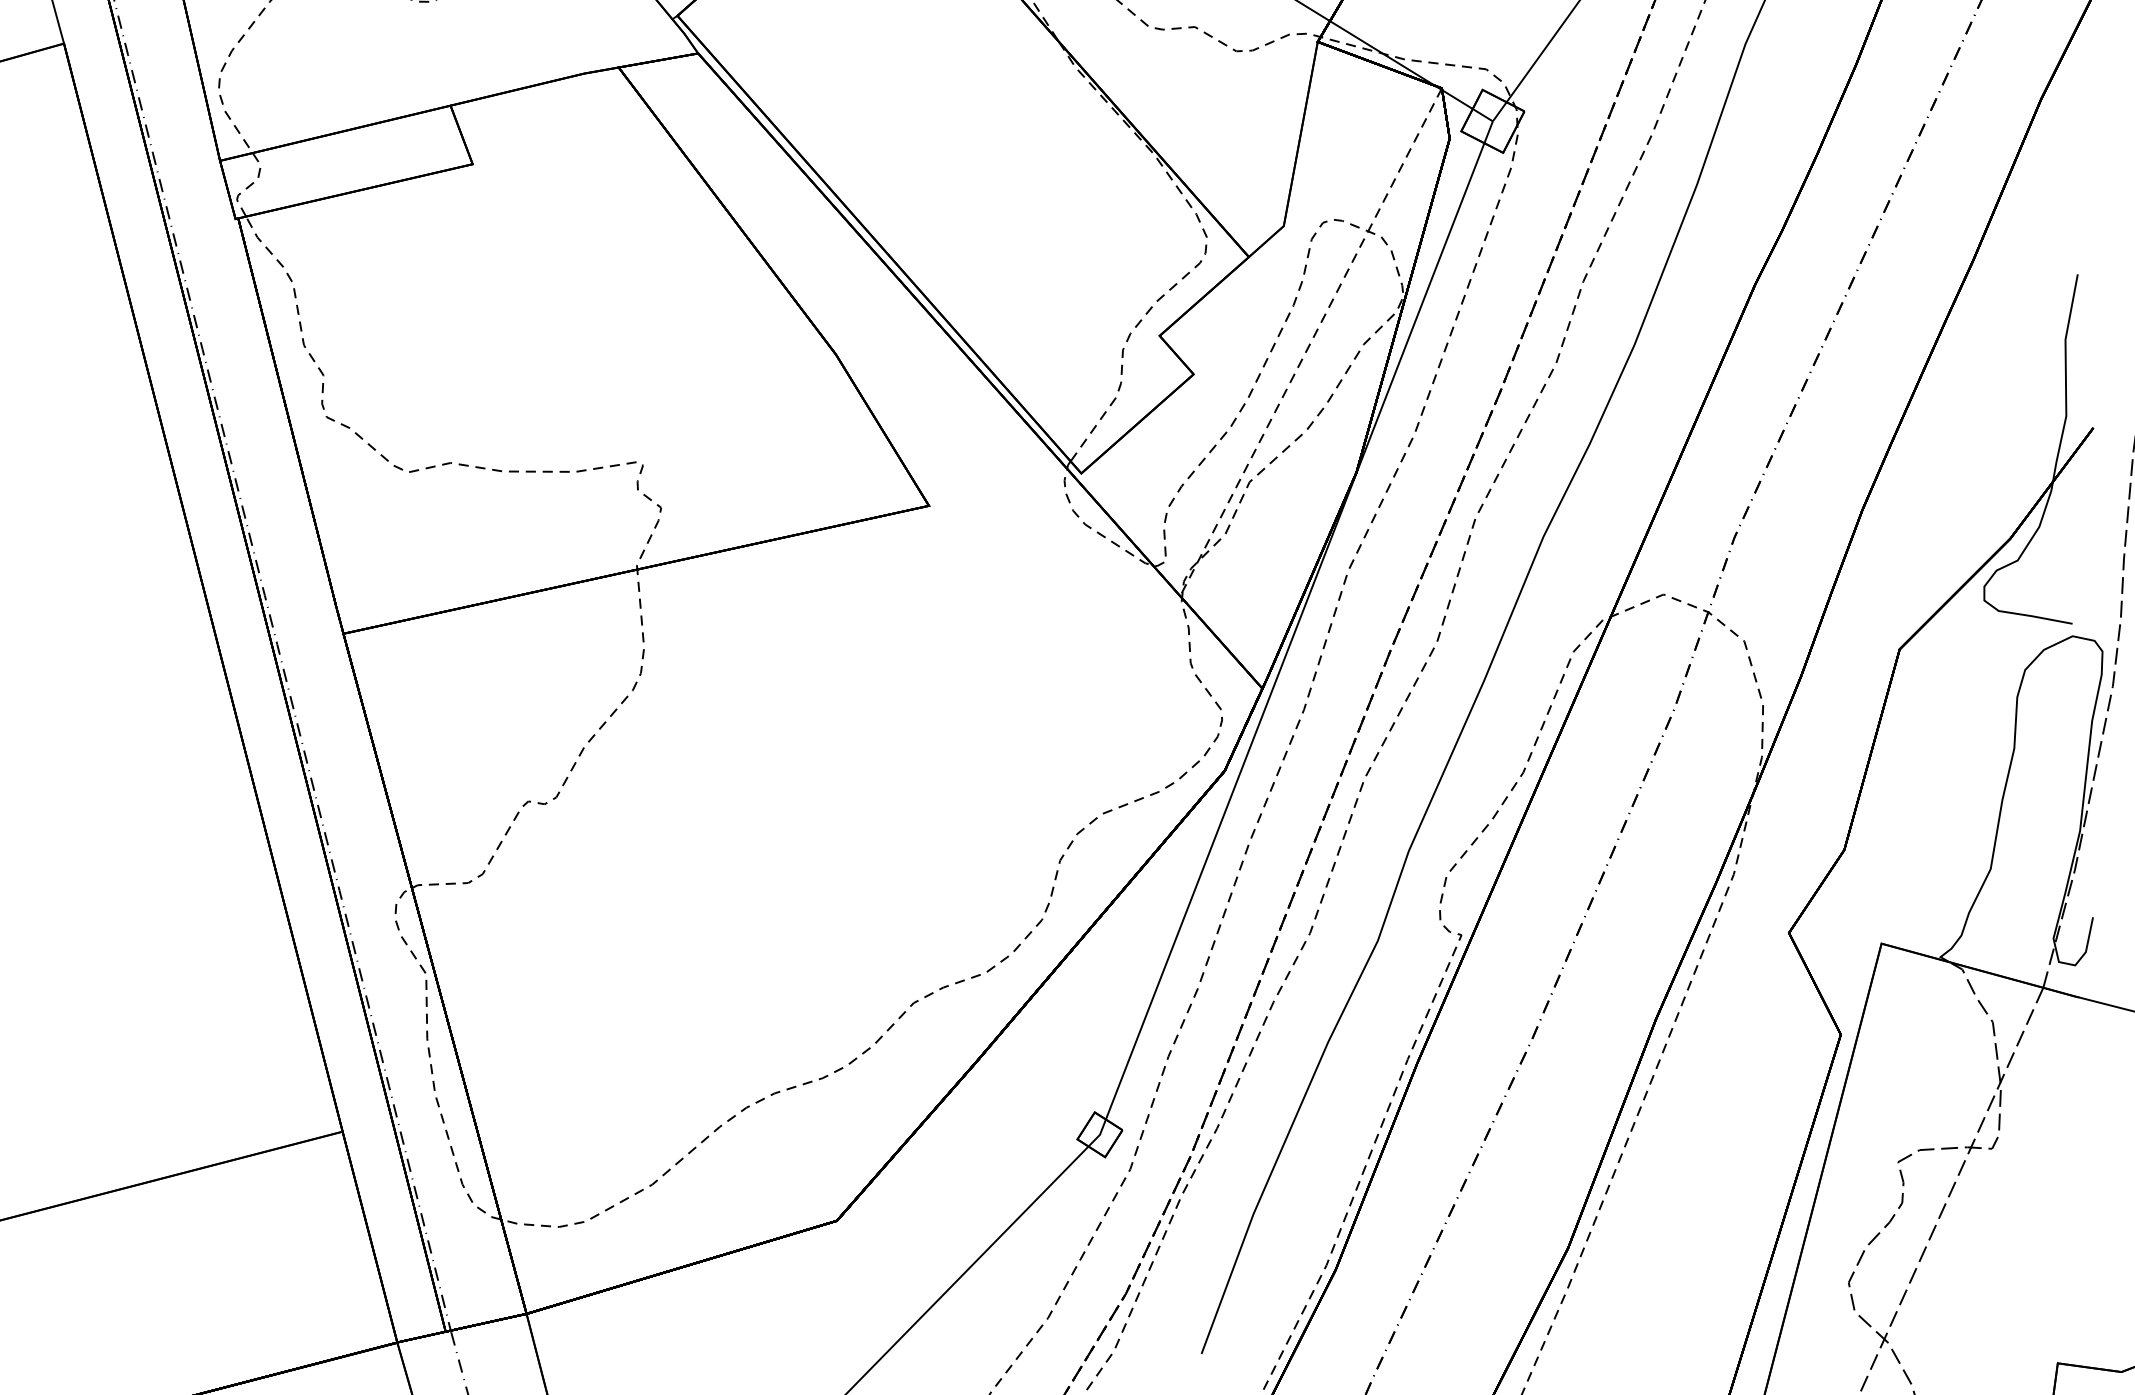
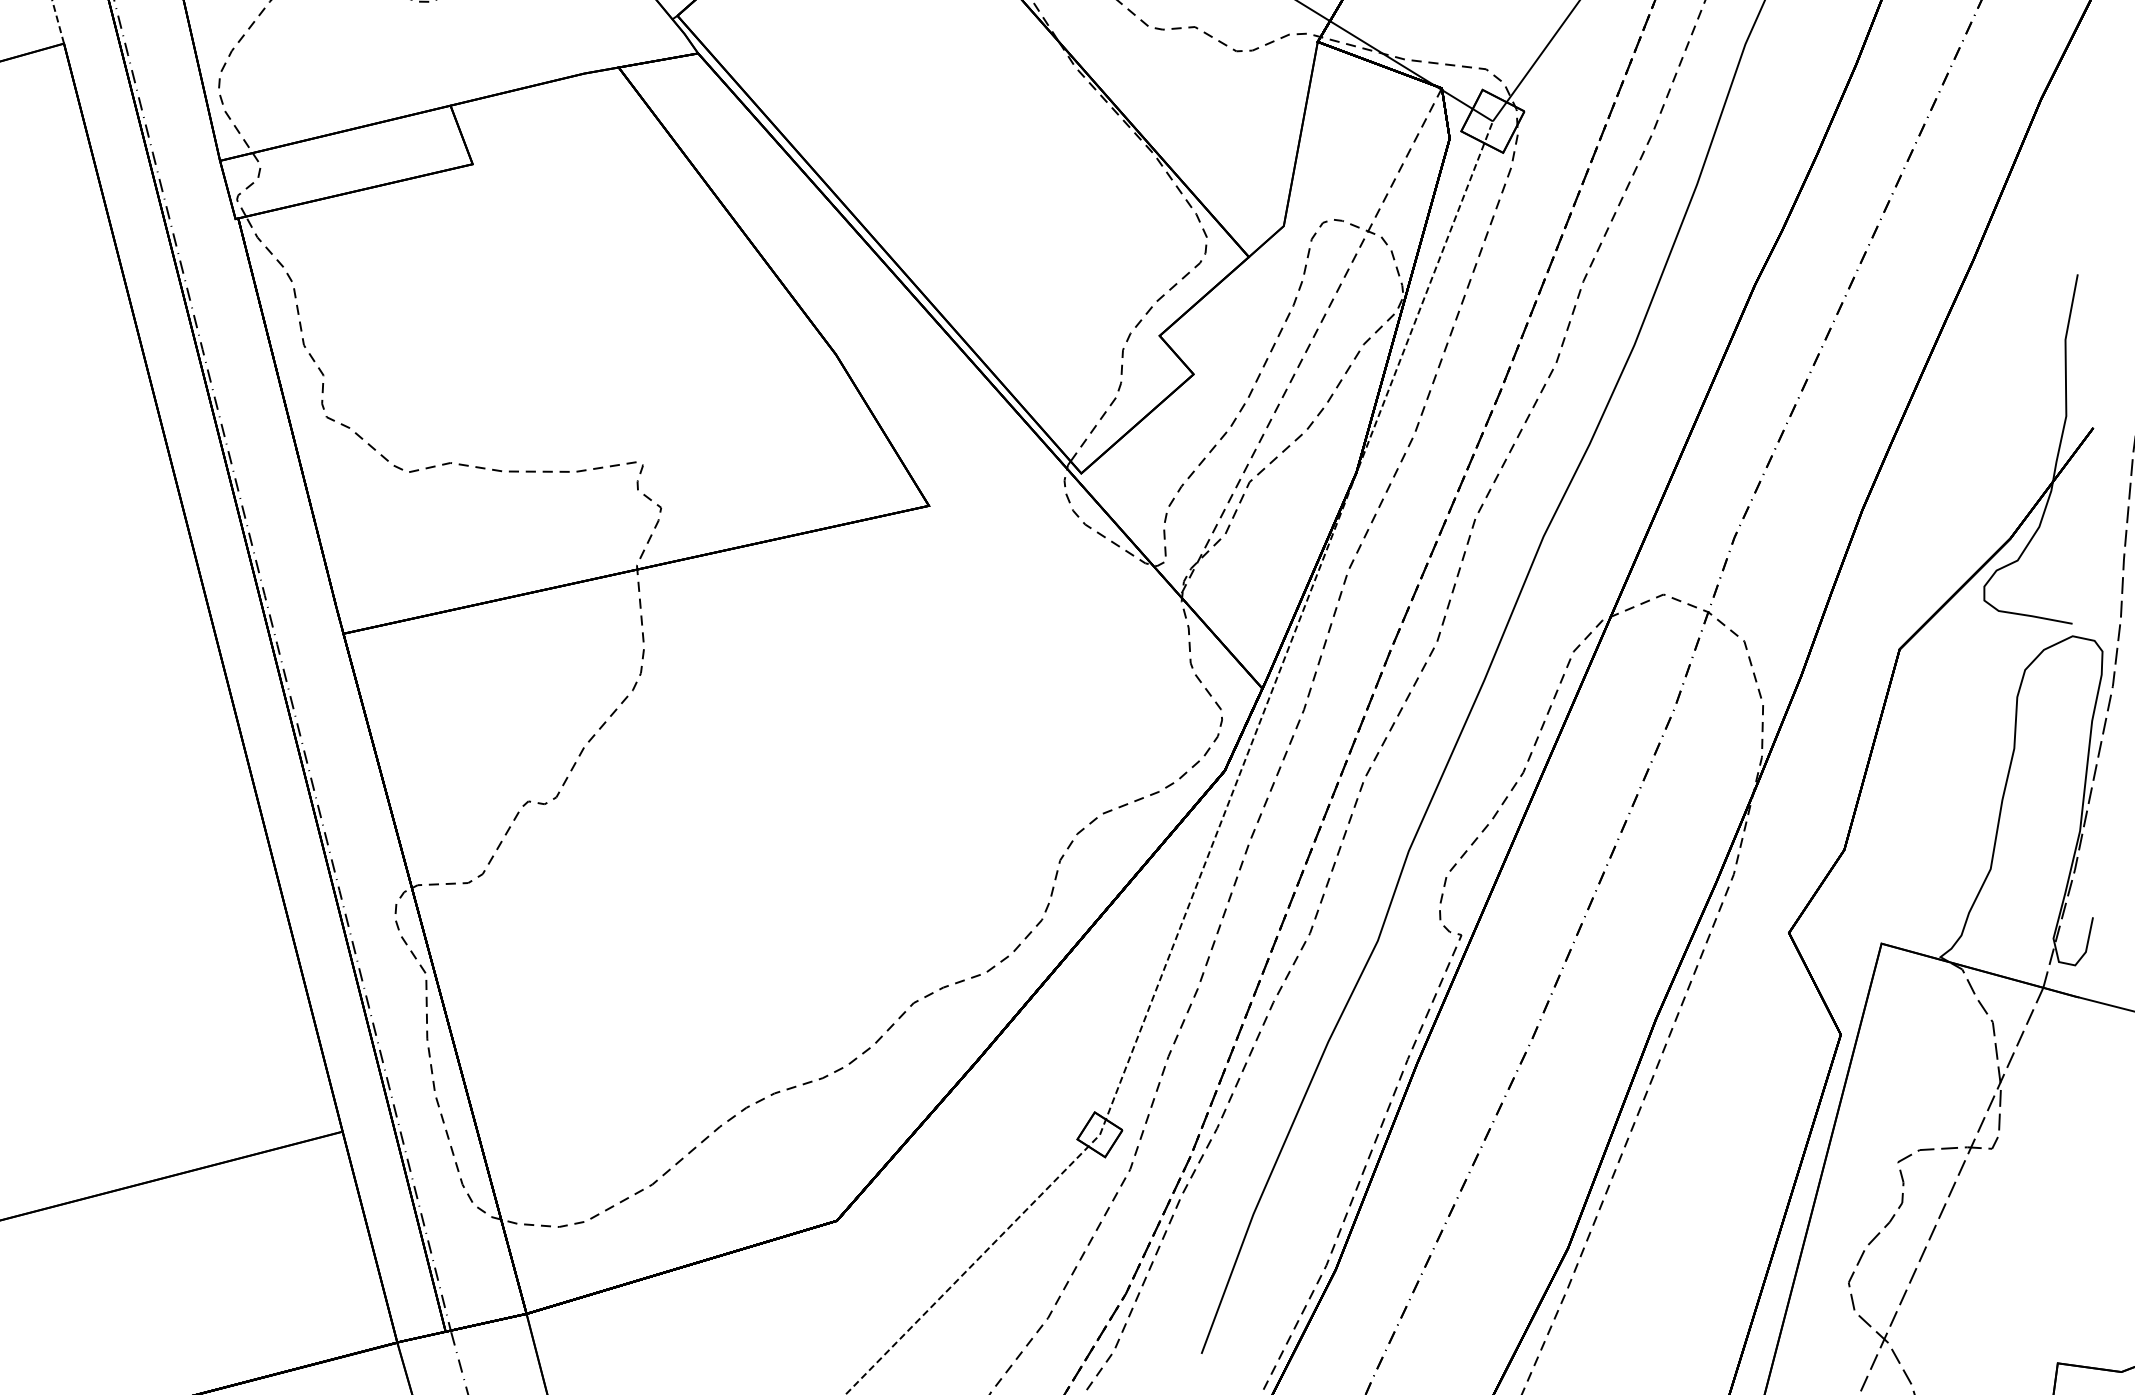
line at (58, 21): solid -> dashed
line at (1230, 798): solid -> dashed
